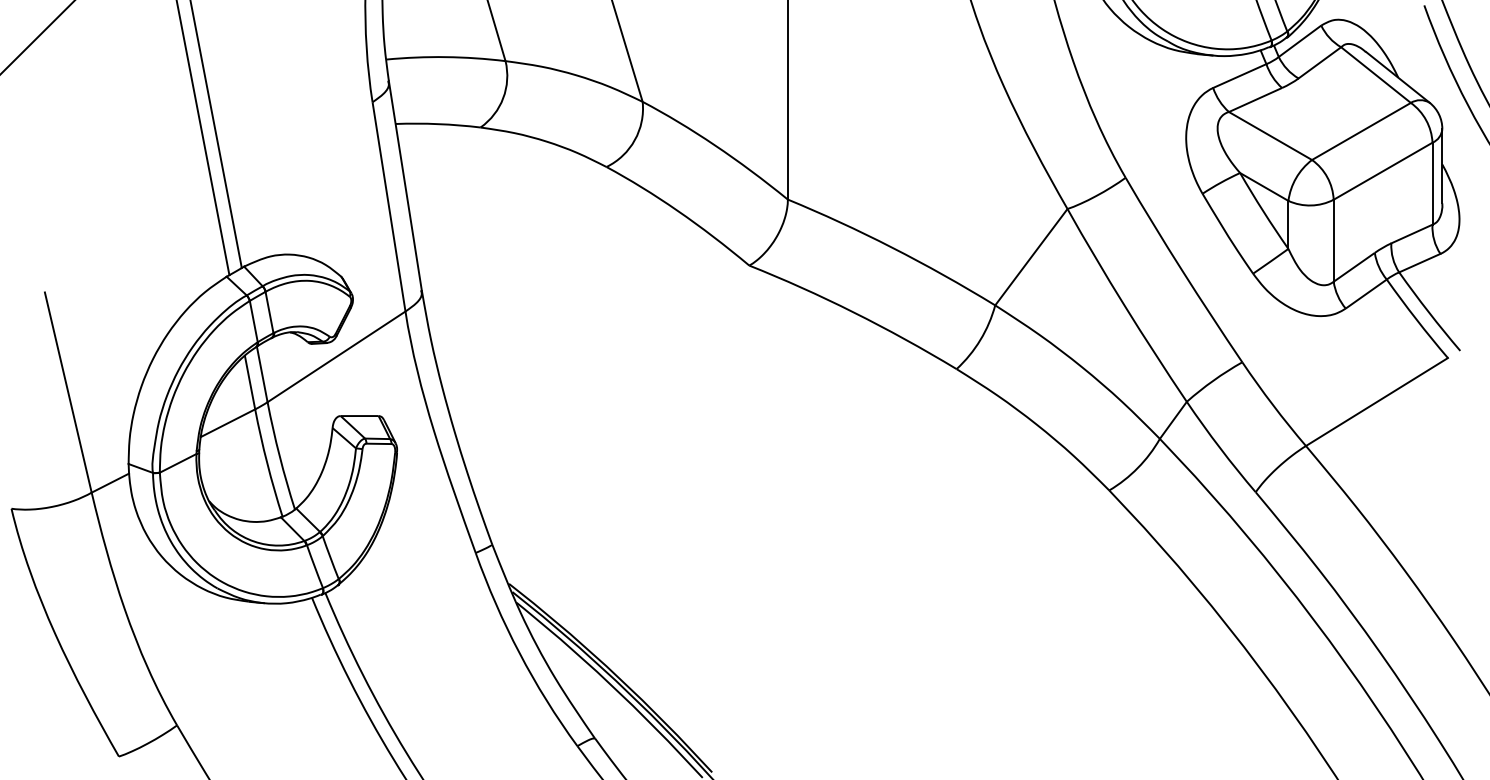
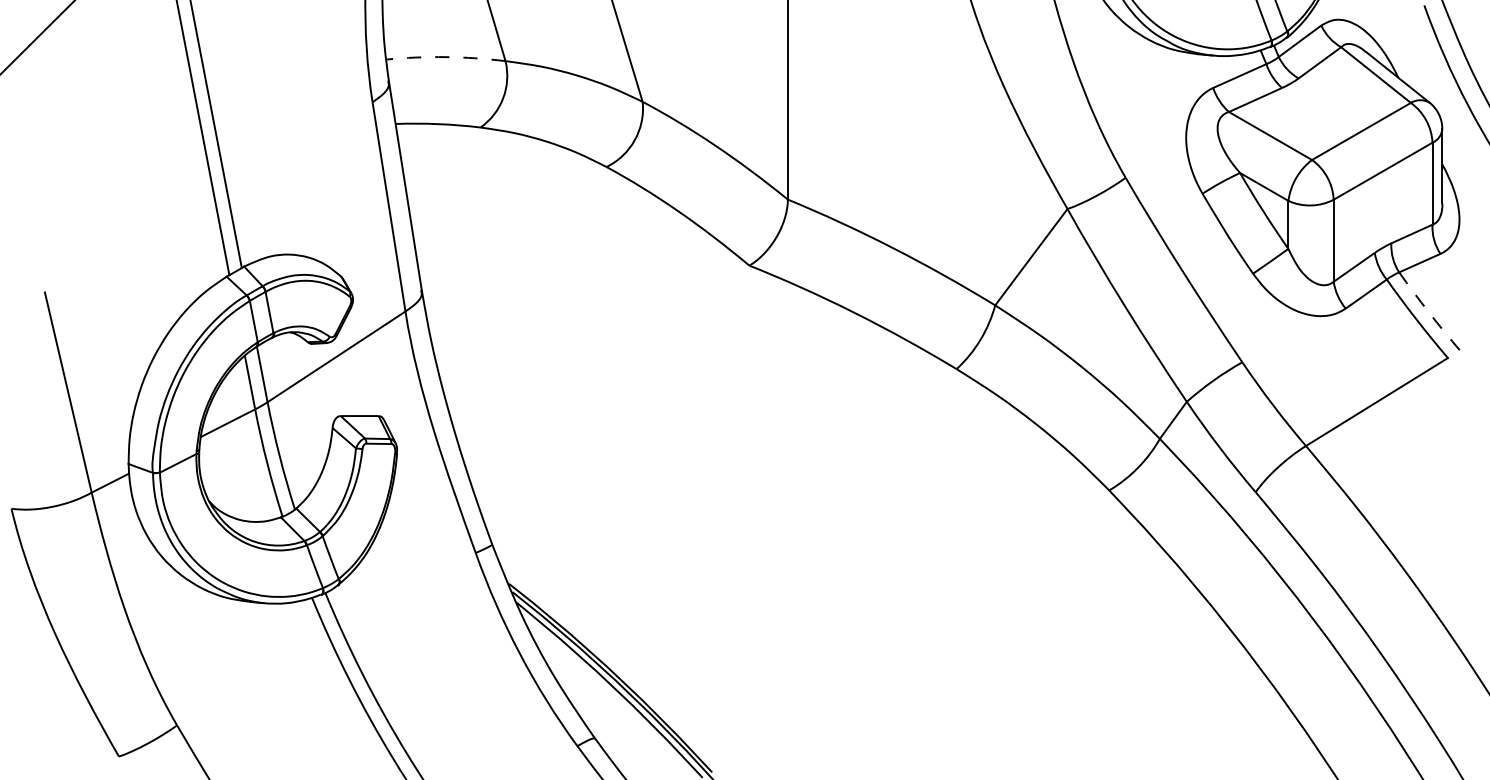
arc at (445, 57): solid -> dashed
arc at (1428, 312): solid -> dashed
